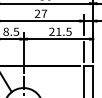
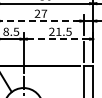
line at (40, 21): solid -> dashed
line at (58, 39): solid -> dashed
